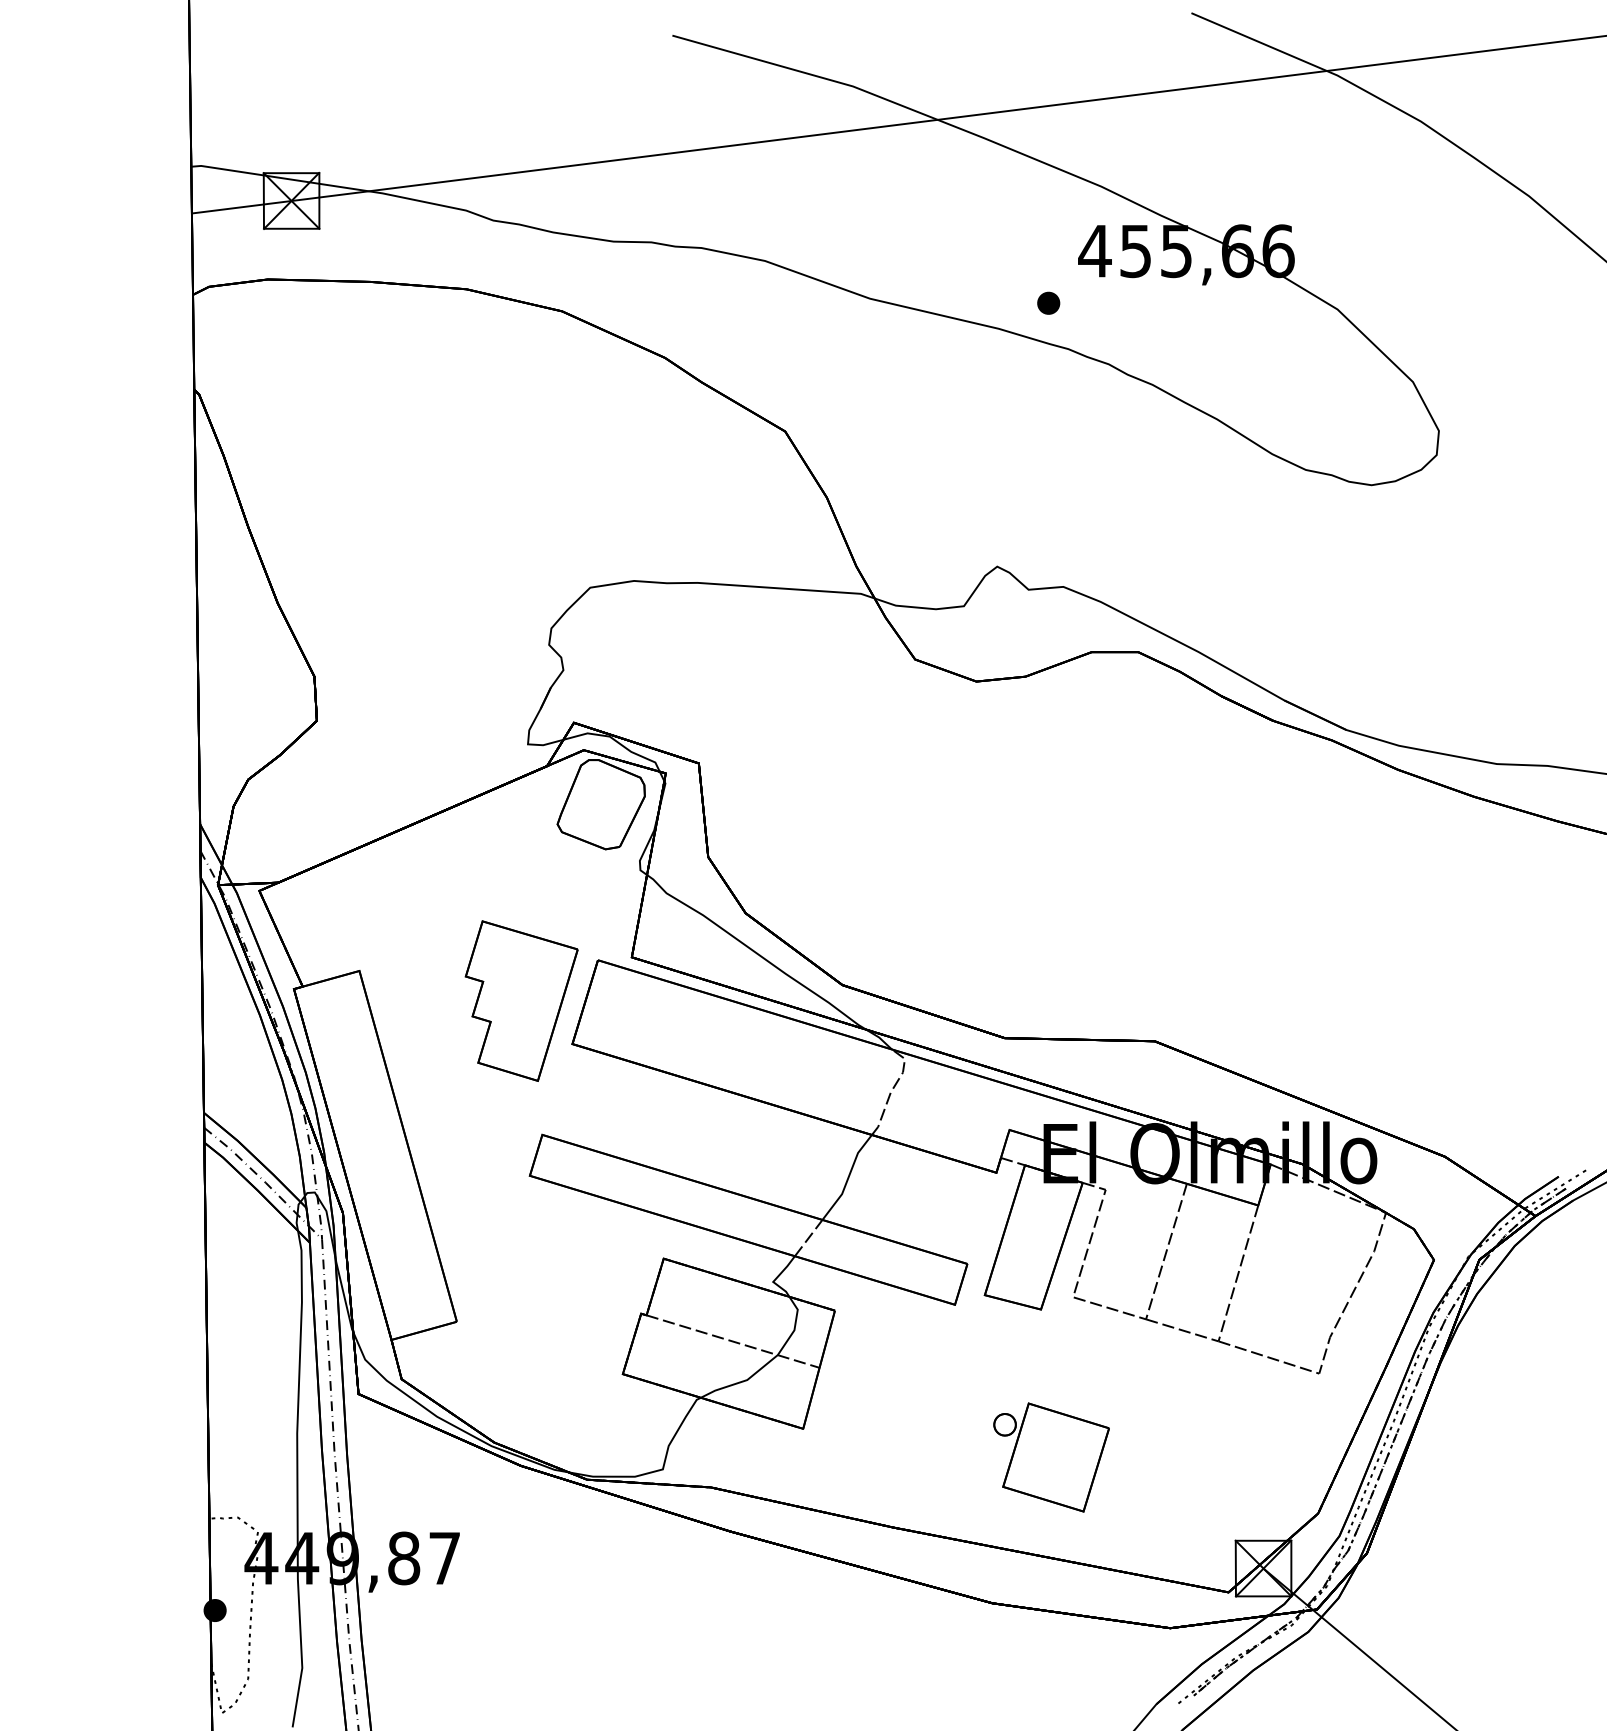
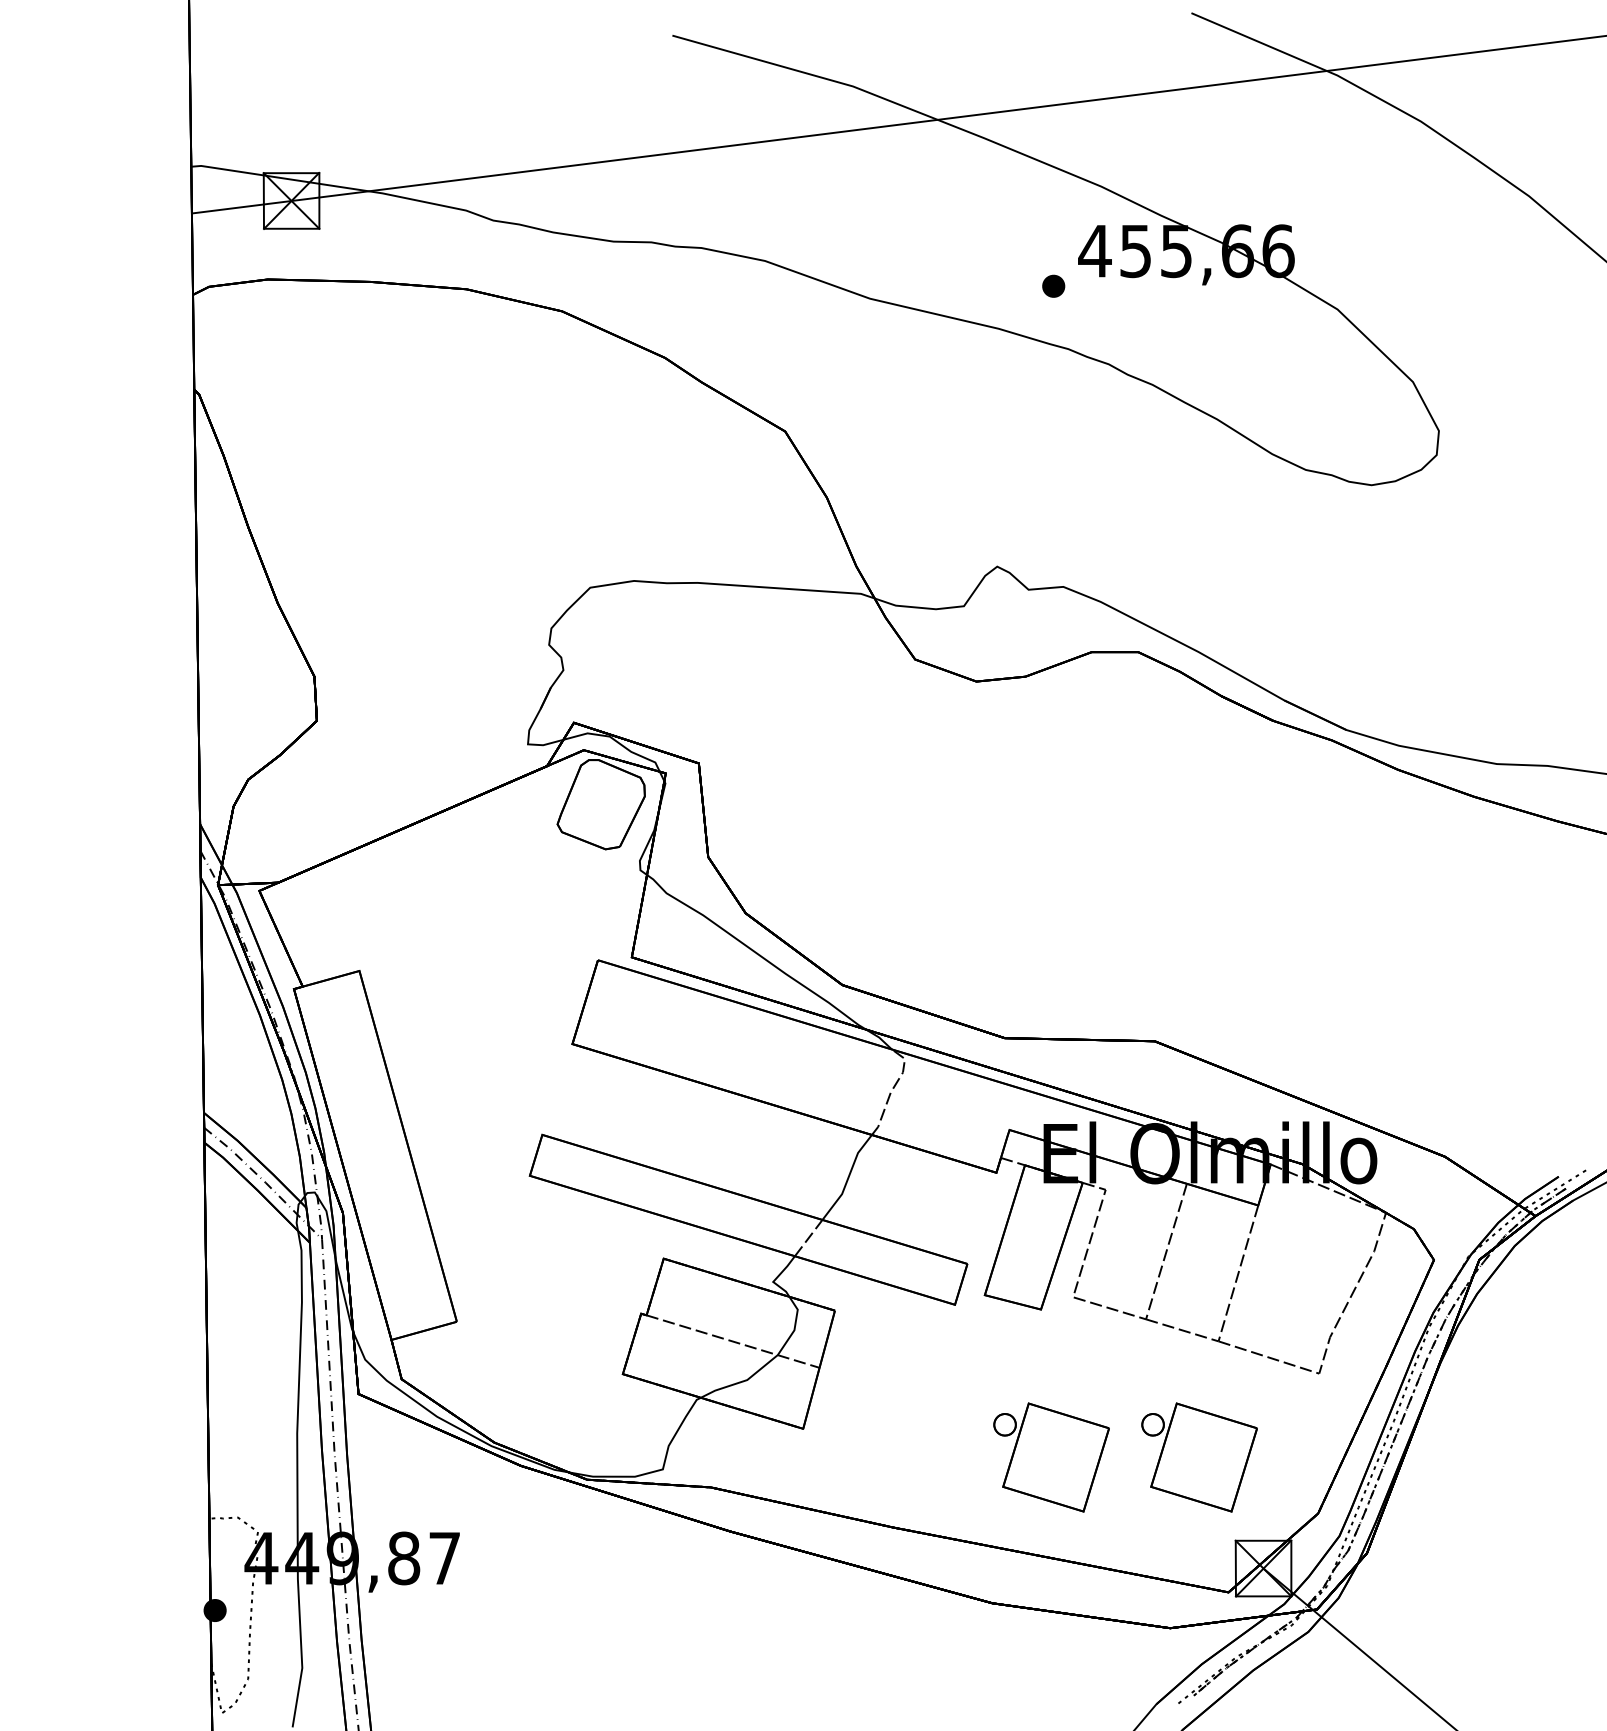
part at (1048, 302) position: (1048, 302) -> (1053, 285)
part at (521, 1000): present -> none
part at (1199, 1457): none -> present
